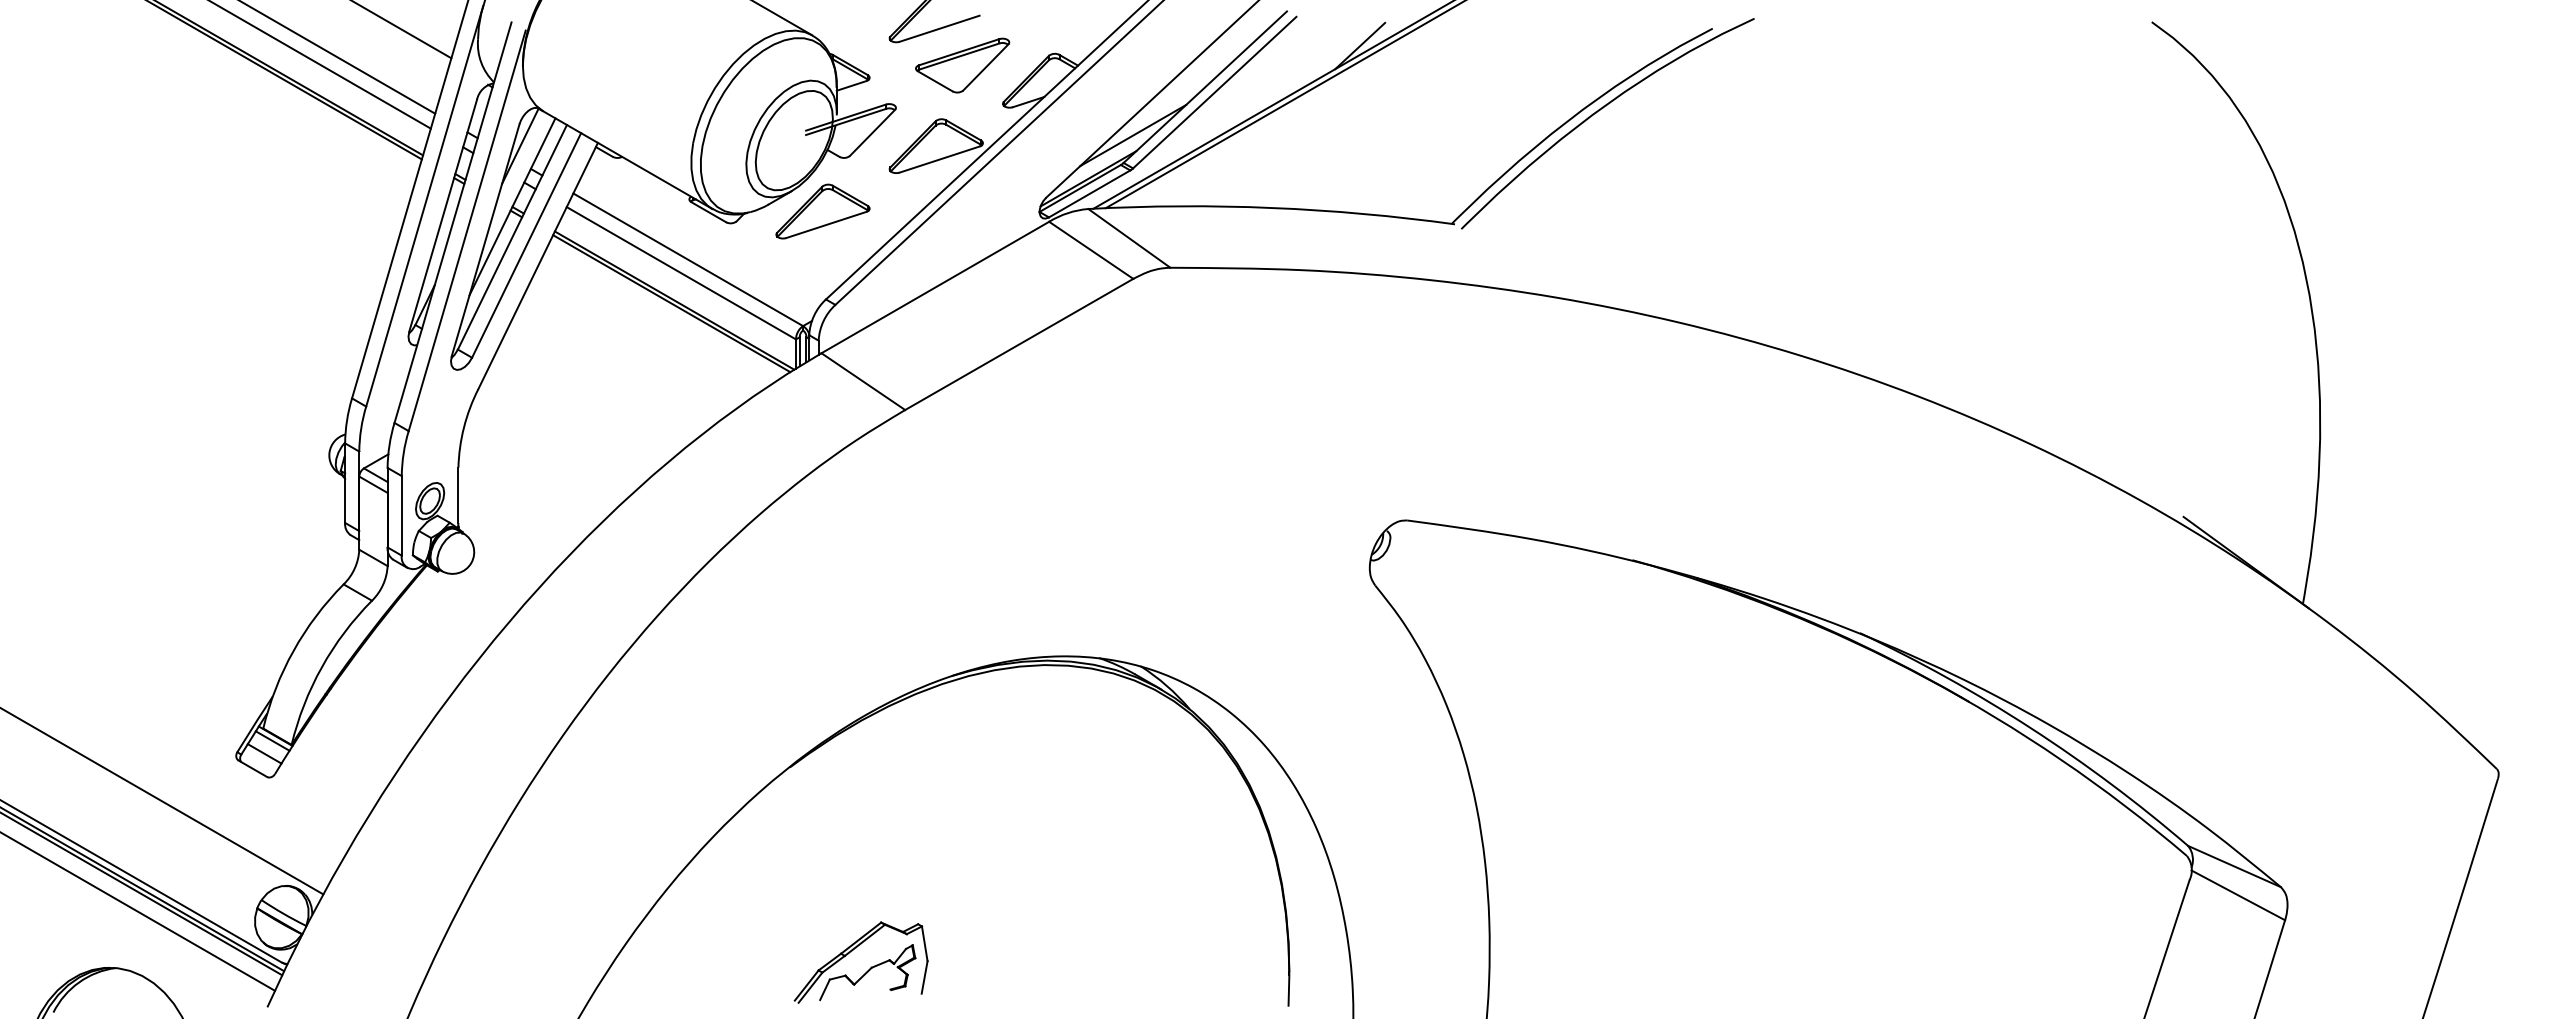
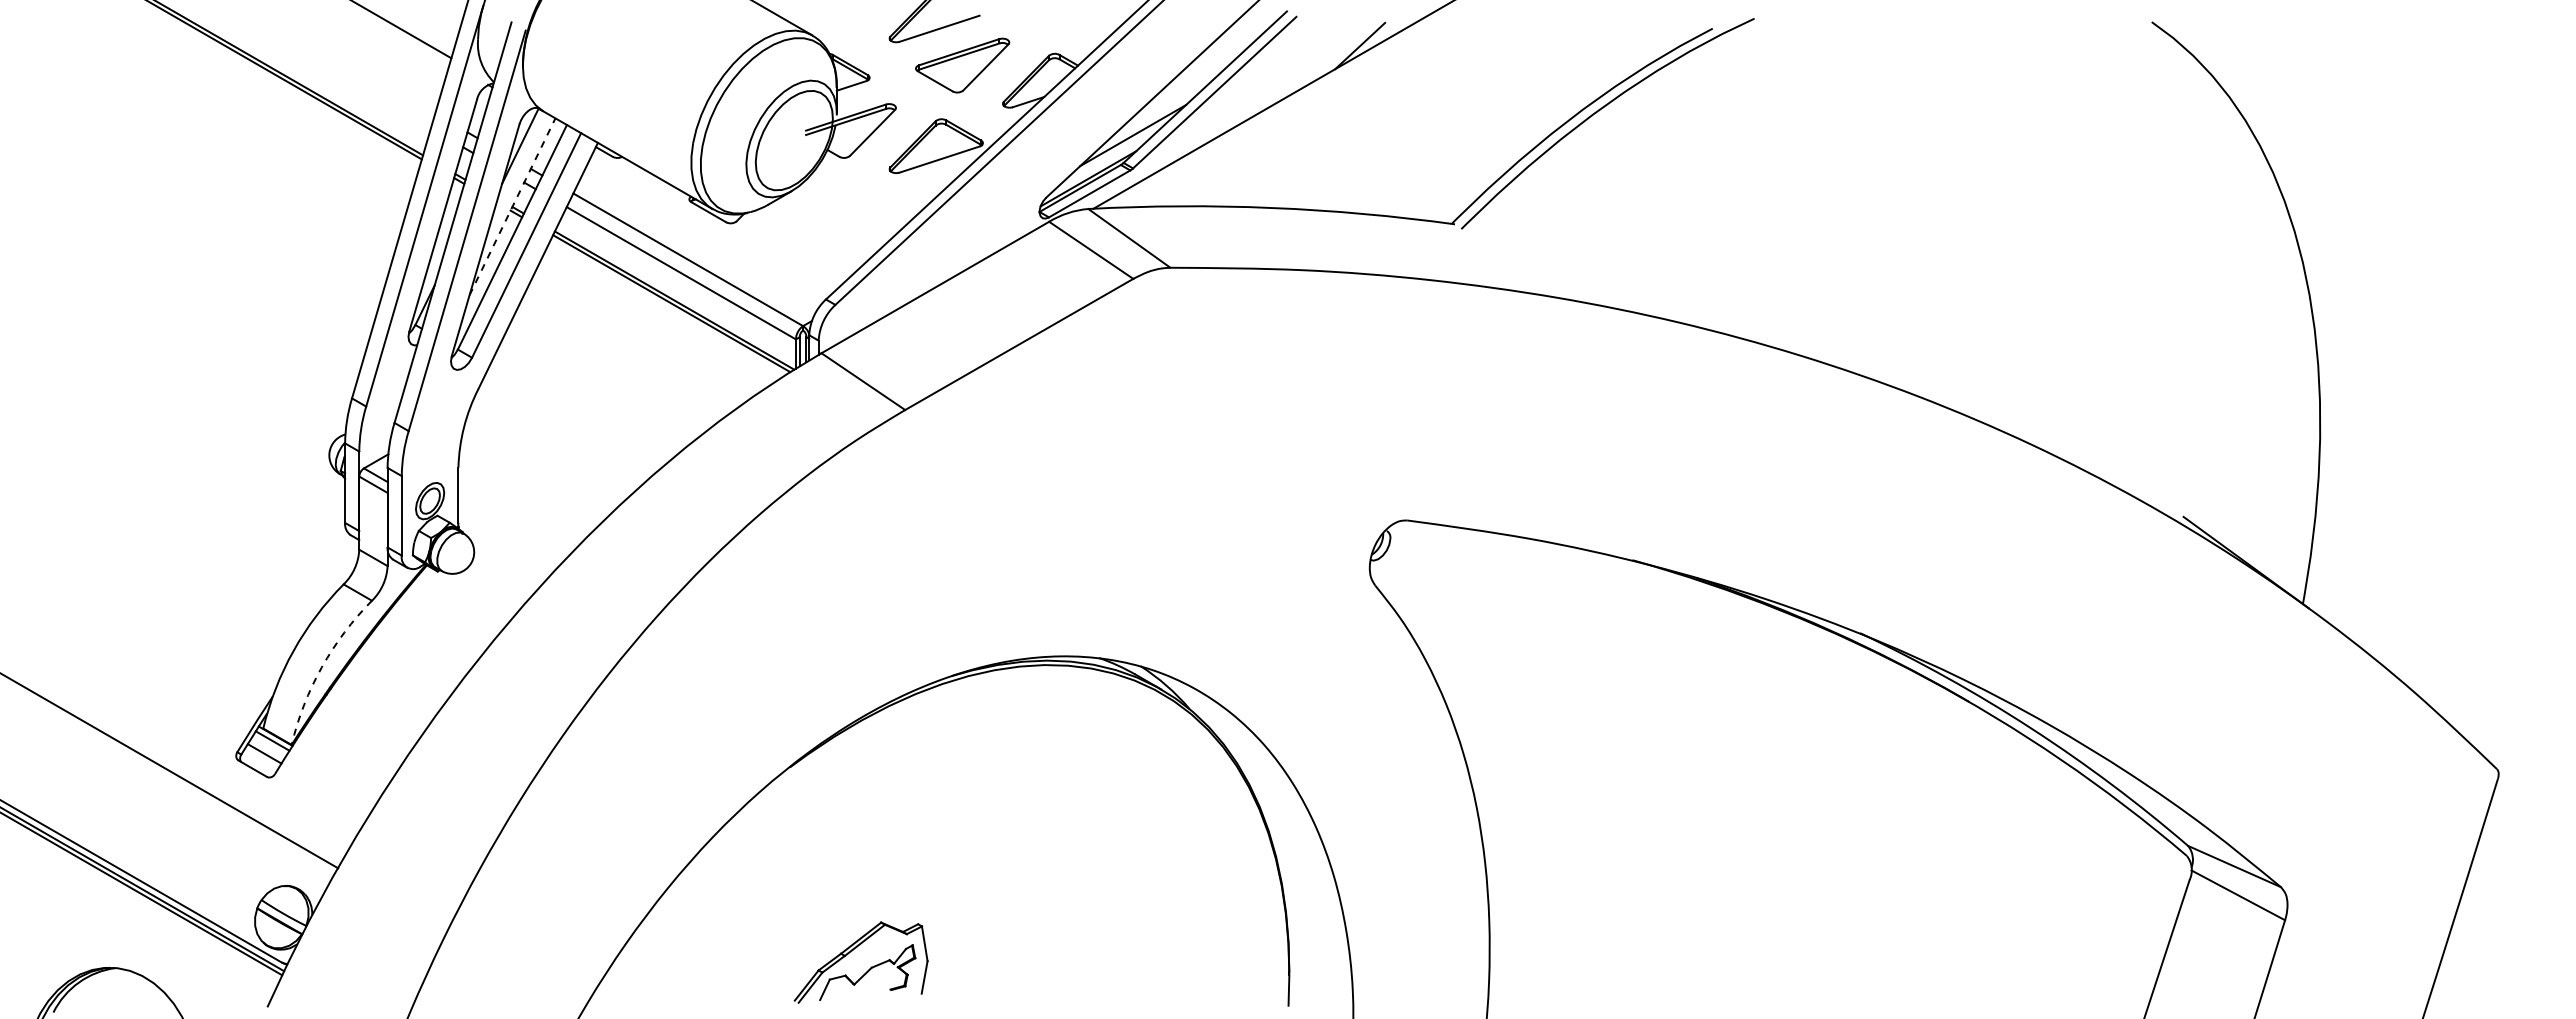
line at (338, 57): present -> none
line at (320, 65): present -> none
line at (1283, 105): present -> none
line at (512, 206): solid -> dashed
part at (822, 211): present -> none
arc at (321, 667): solid -> dashed
line at (162, 801) position: (162, 801) -> (170, 771)
line at (138, 911): present -> none
